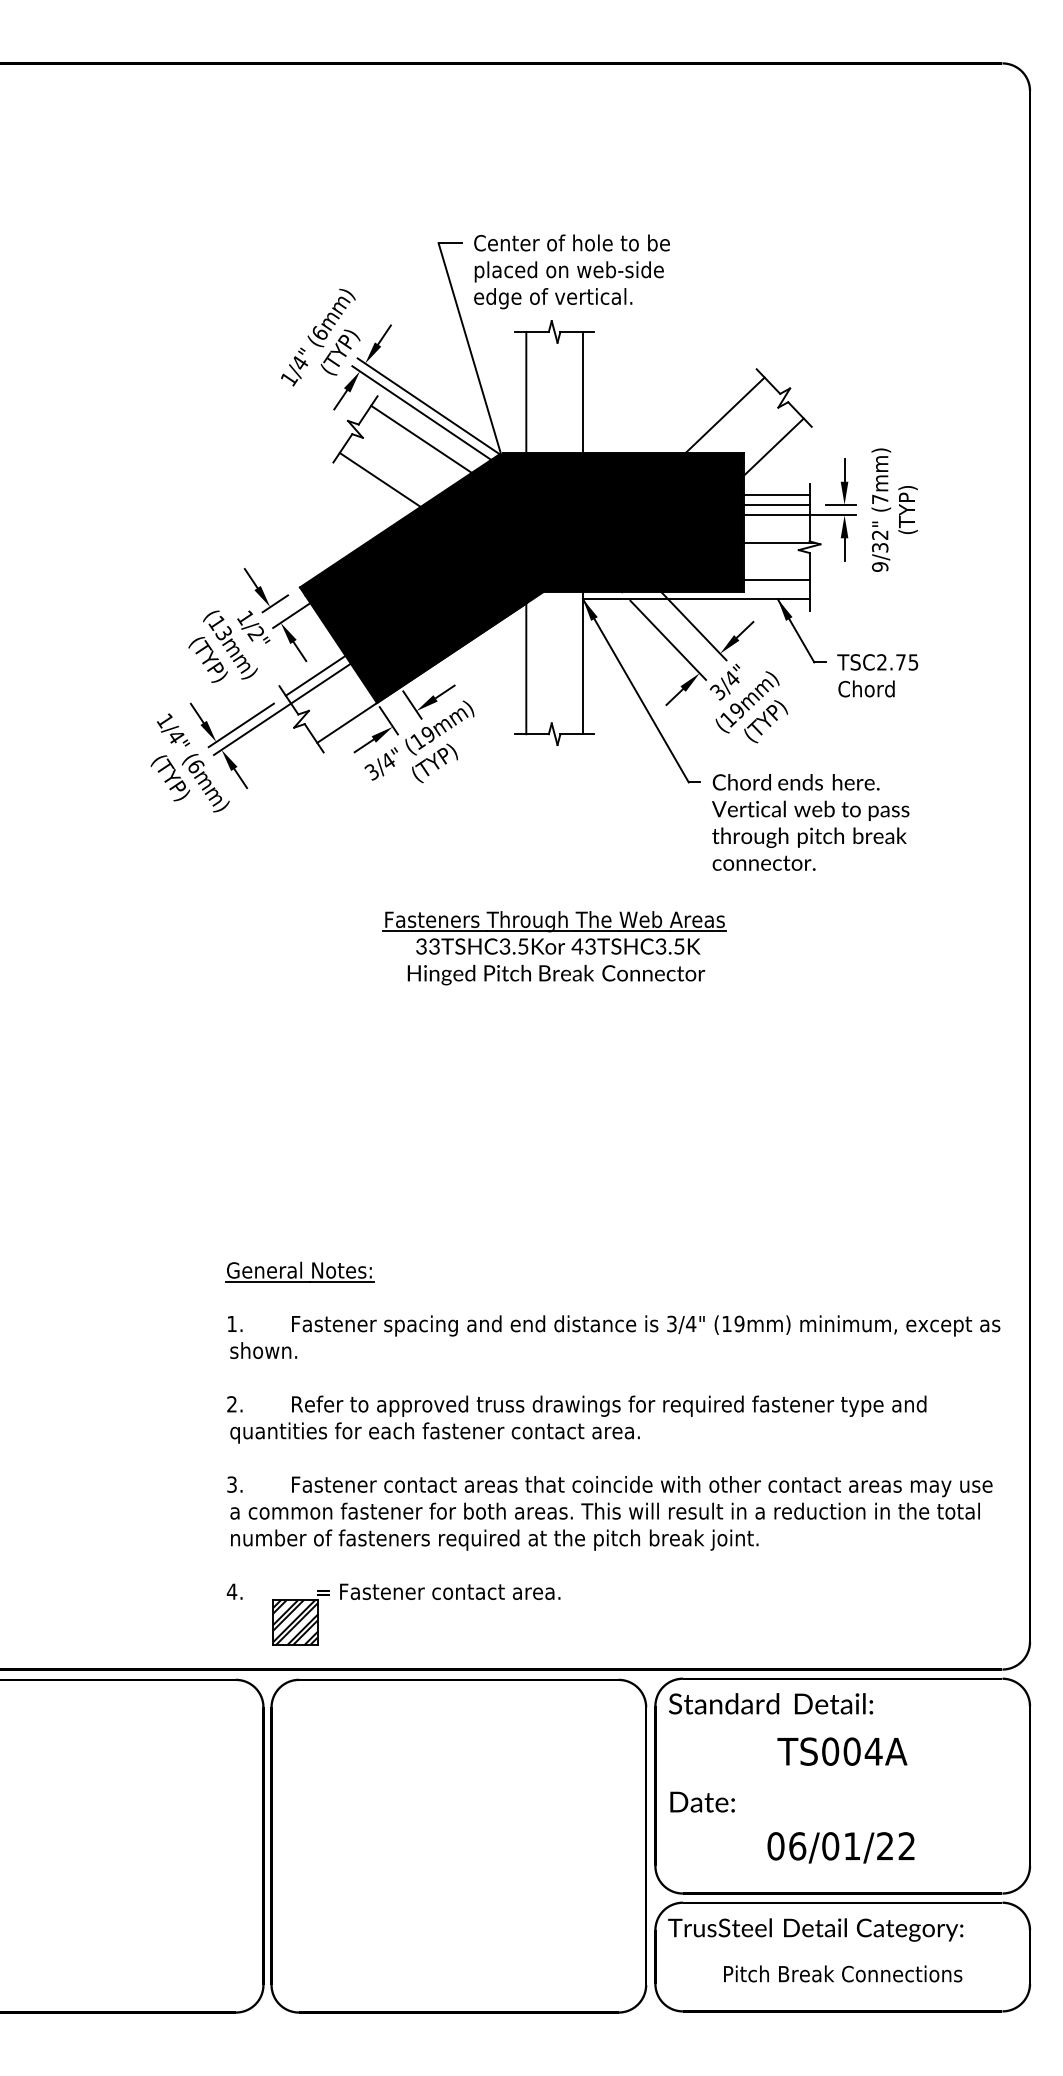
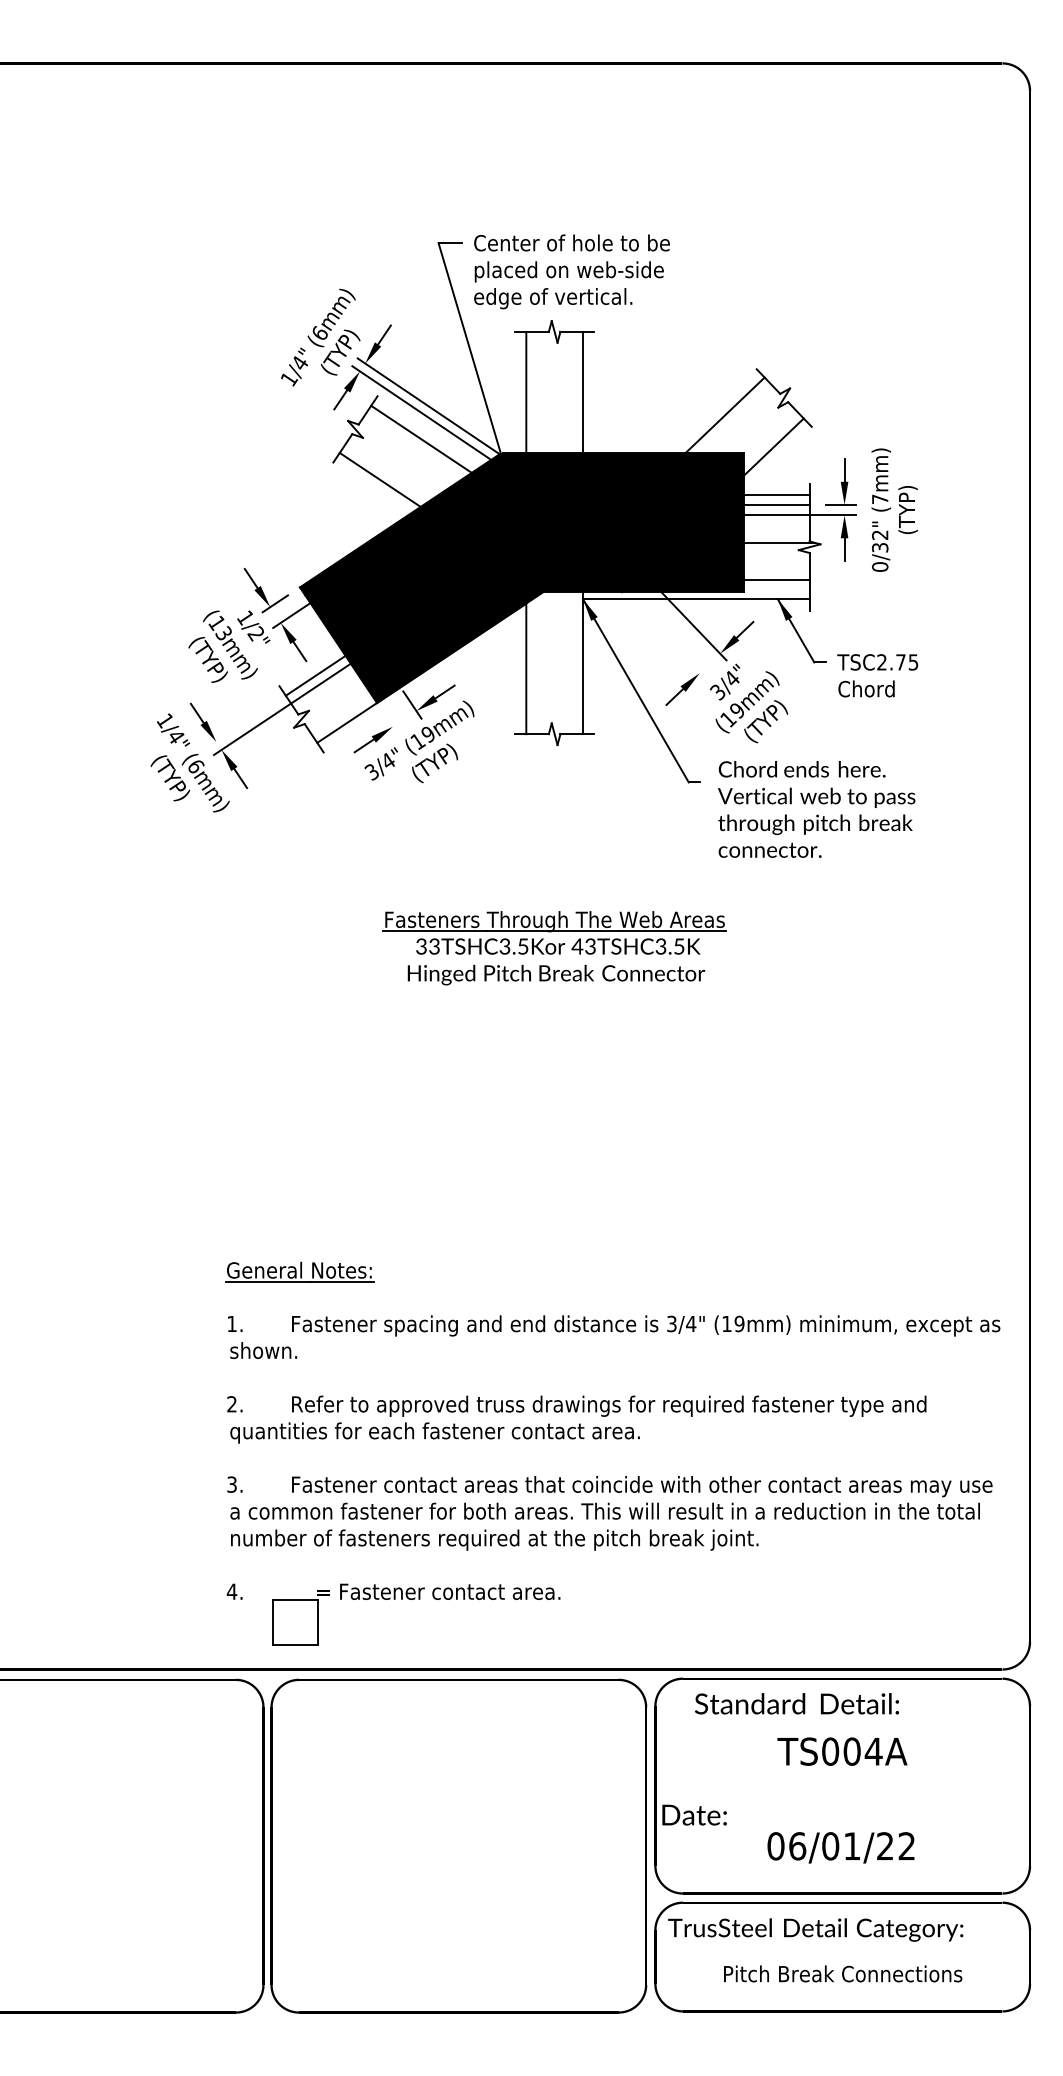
text at (880, 566): 9/32" -> 0/32"
line at (668, 639): present -> none
line at (388, 720): present -> none
line at (240, 725): present -> none
text at (810, 822) position: (810, 822) -> (816, 809)
hatch at (295, 1622): present -> none
text at (771, 1703) position: (771, 1703) -> (797, 1703)
text at (702, 1801) position: (702, 1801) -> (694, 1814)
